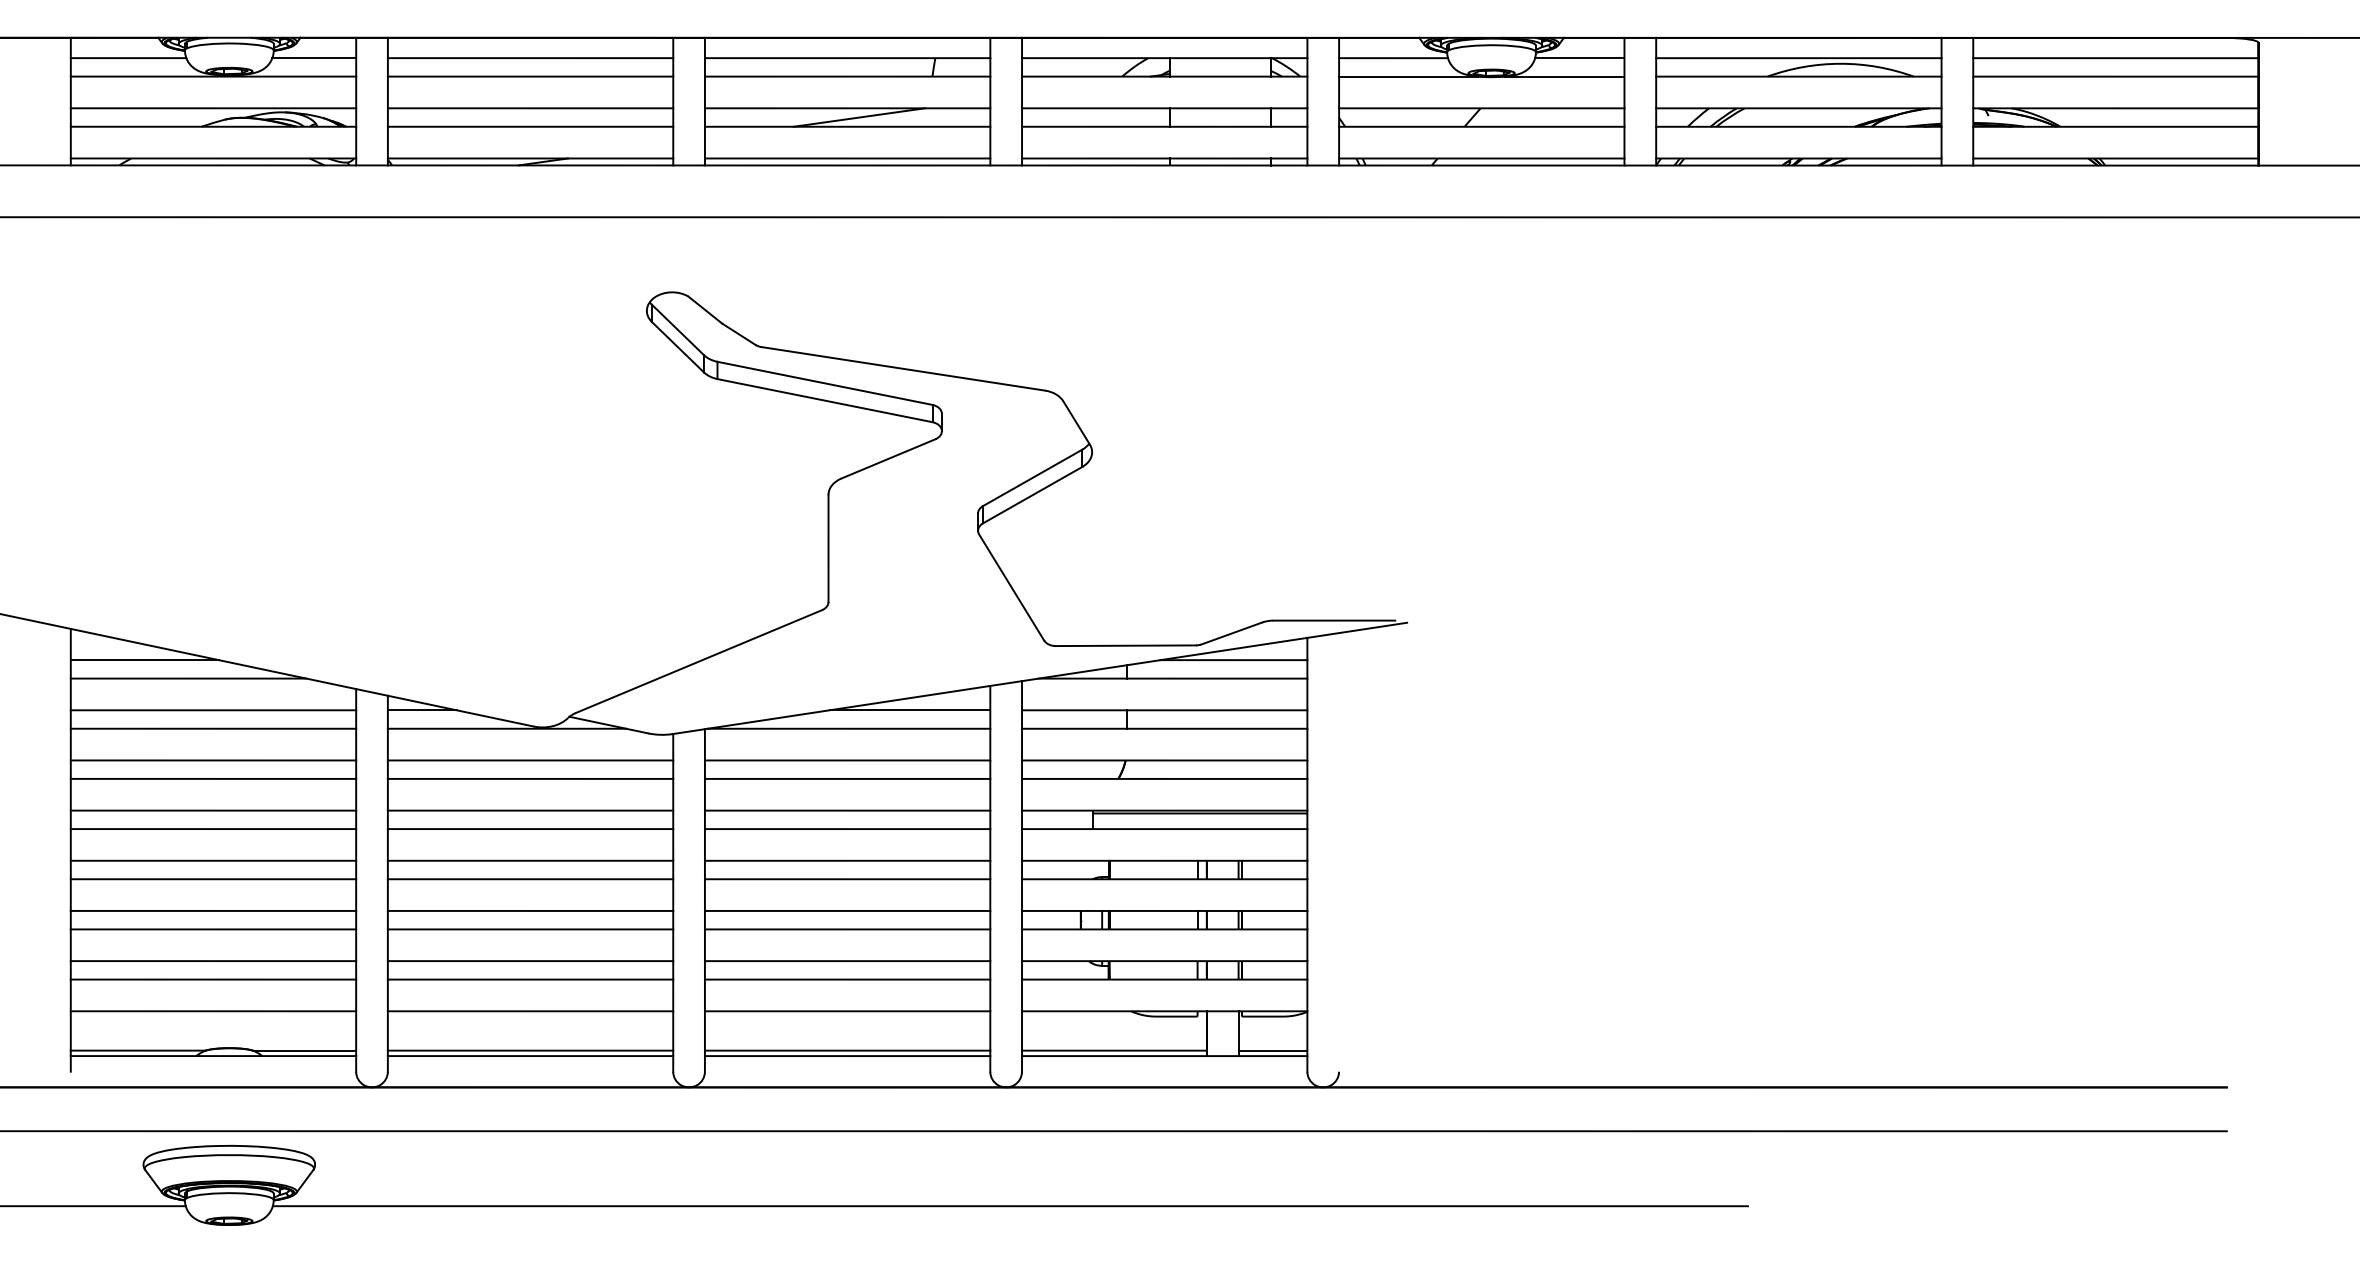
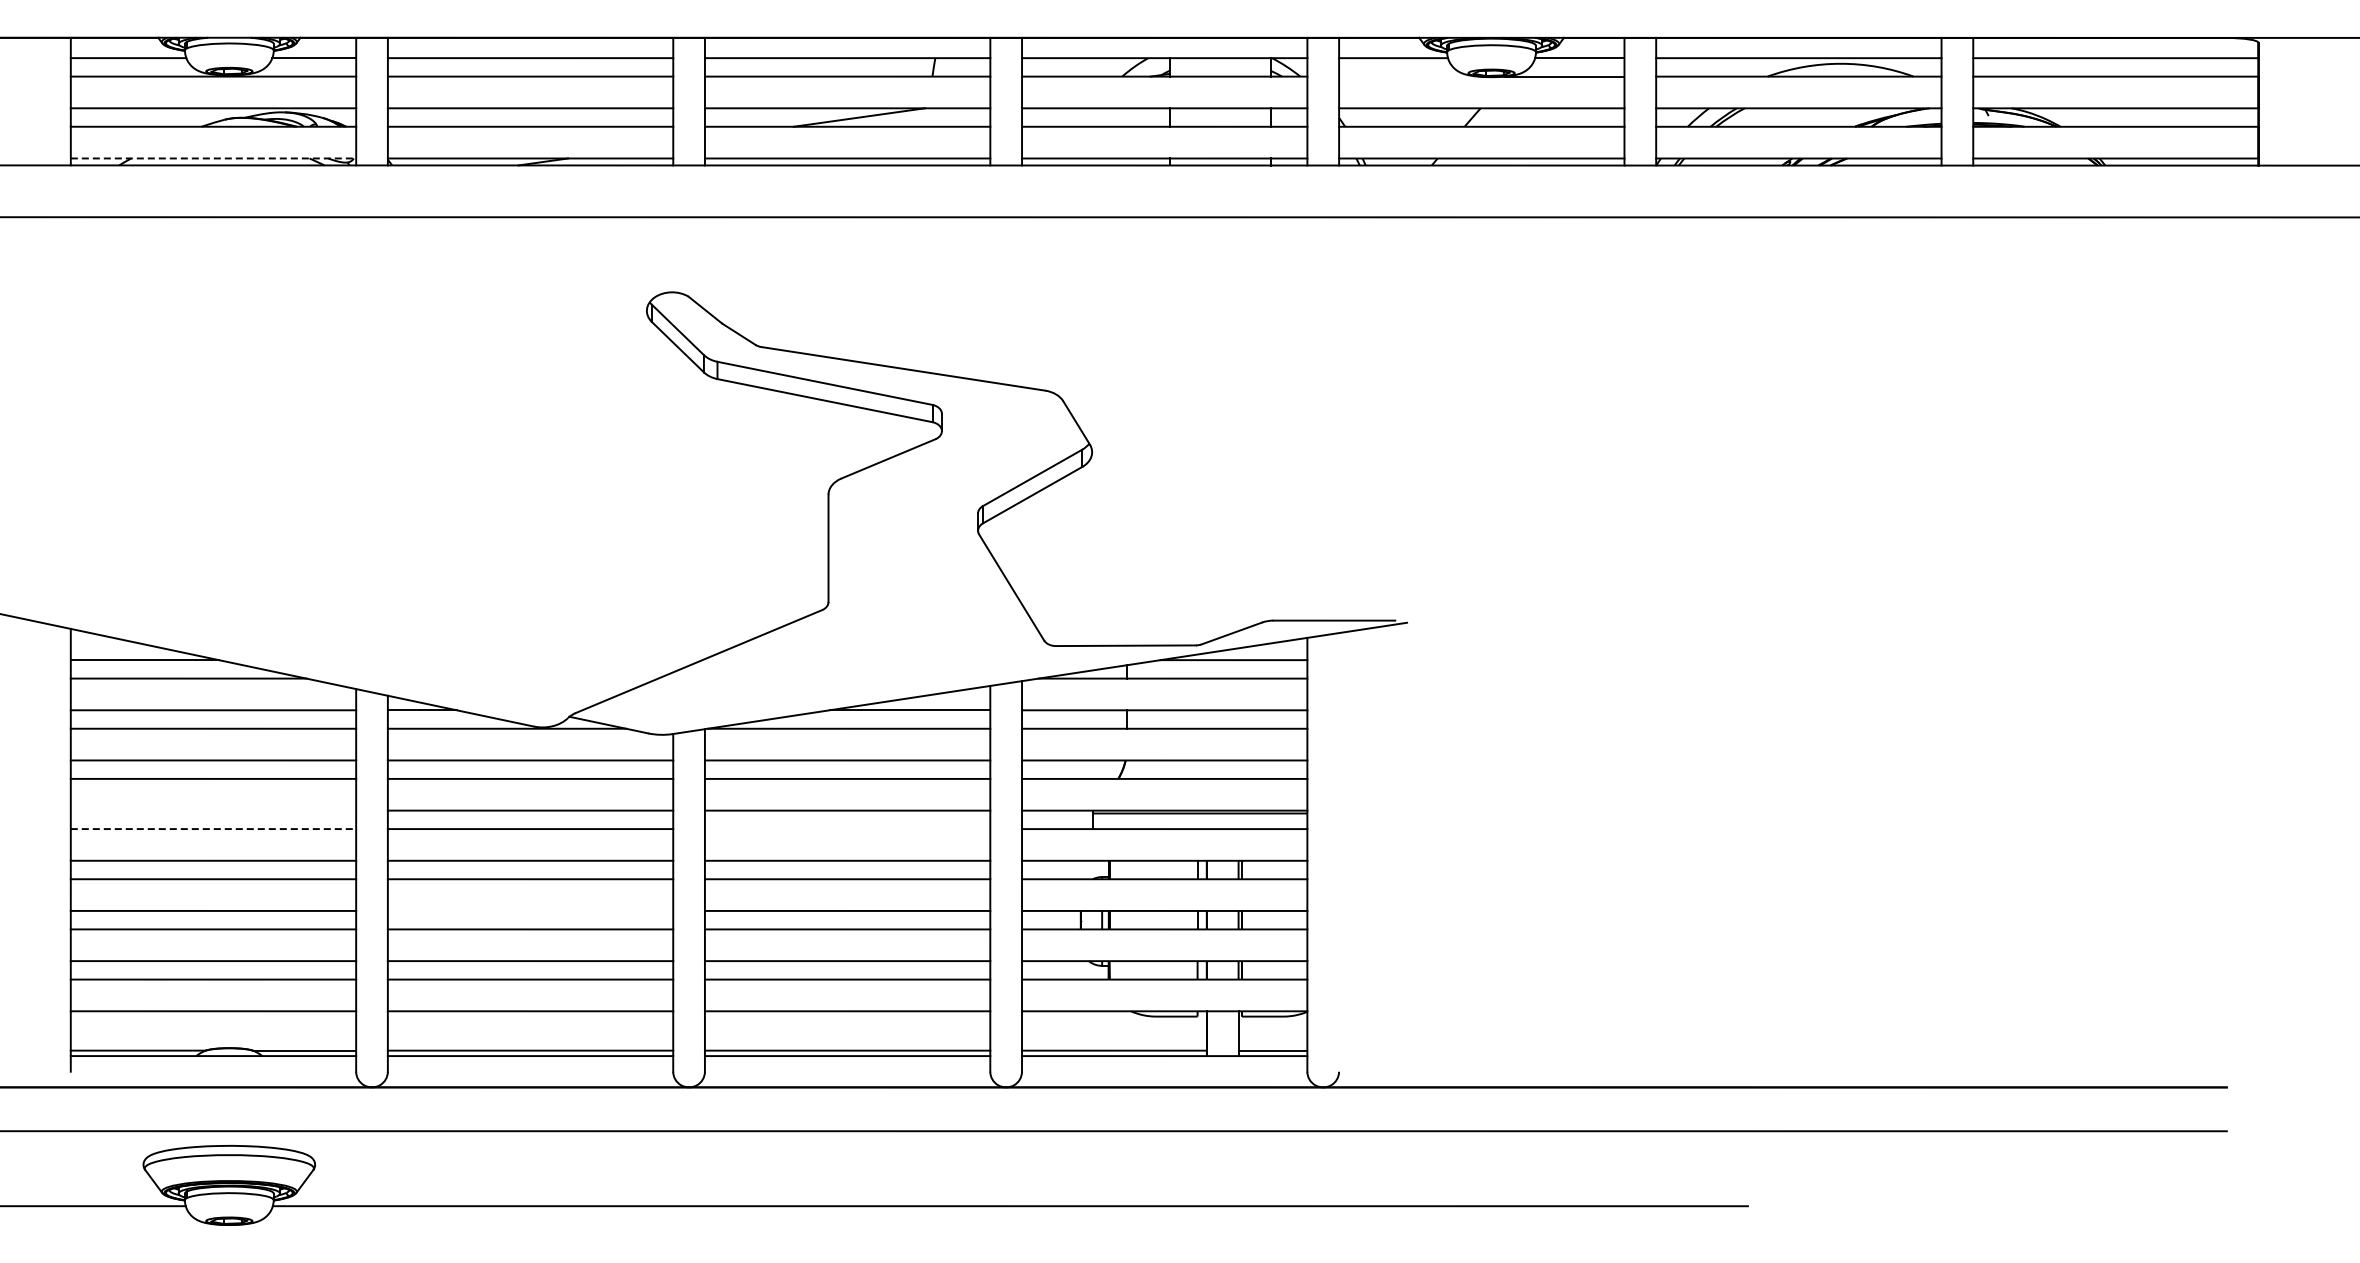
line at (1408, 76): present -> none
line at (213, 158): solid -> dashed
line at (213, 810): present -> none
line at (213, 829): solid -> dashed
line at (847, 829): present -> none
line at (530, 910): present -> none
